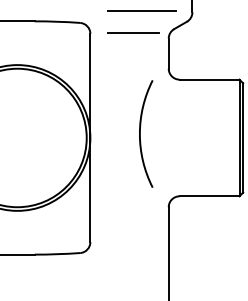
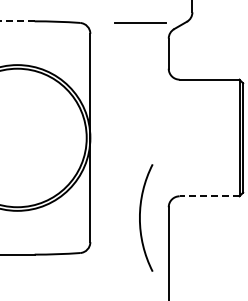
line at (142, 10): present -> none
line at (17, 21): solid -> dashed
line at (133, 32) position: (133, 32) -> (140, 22)
arc at (140, 133) position: (140, 133) -> (140, 217)
line at (209, 196): solid -> dashed
